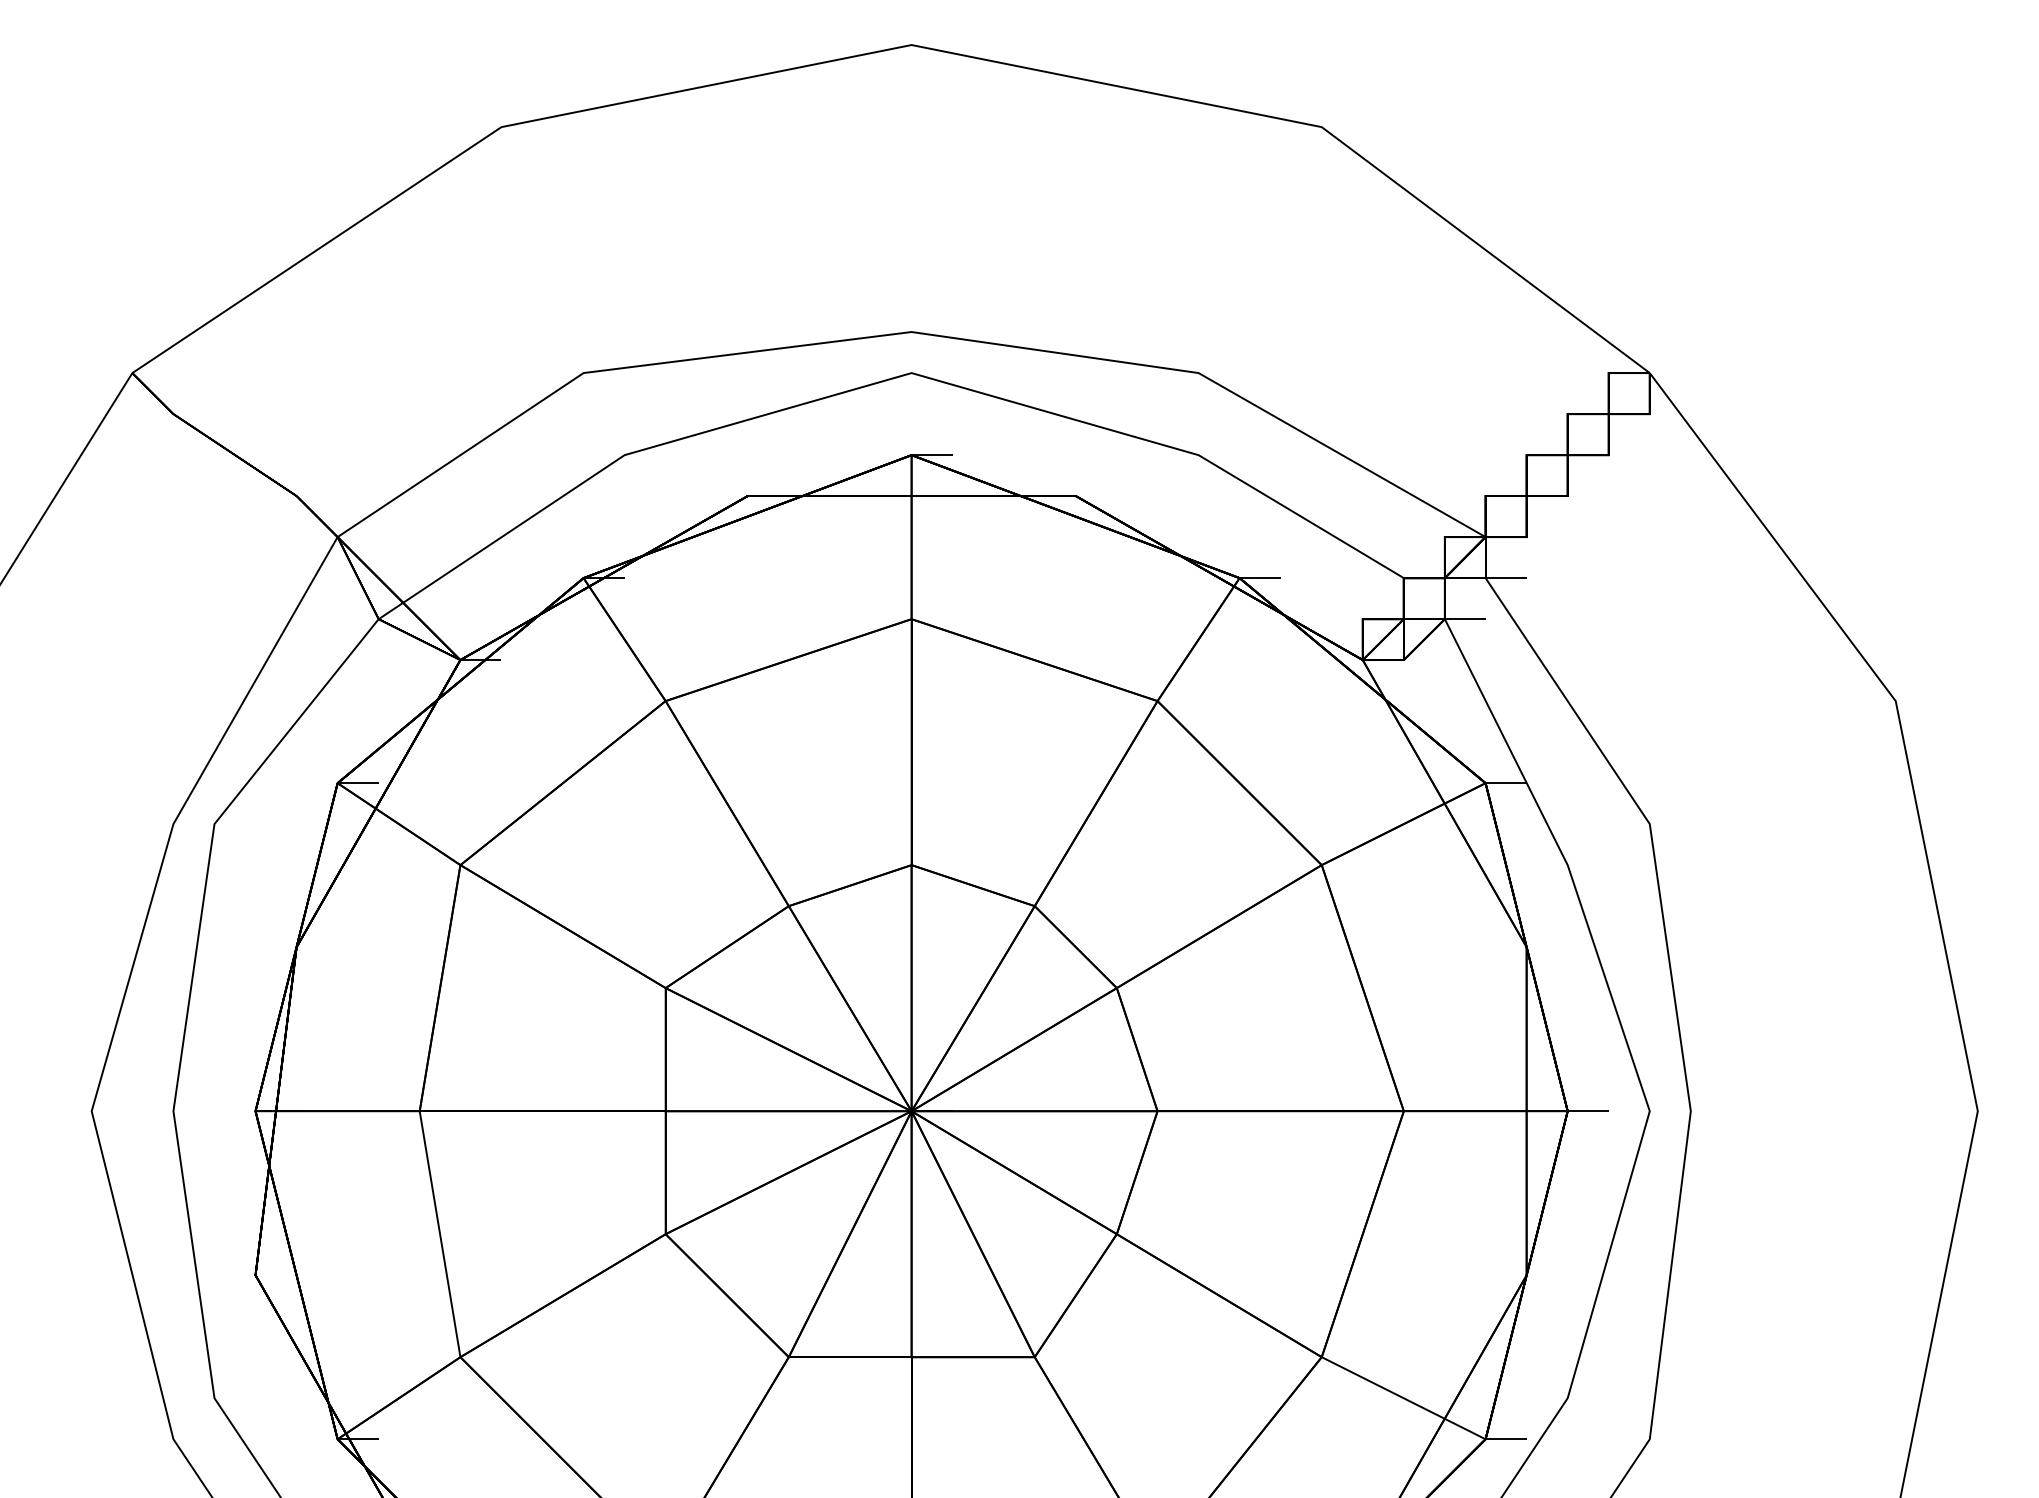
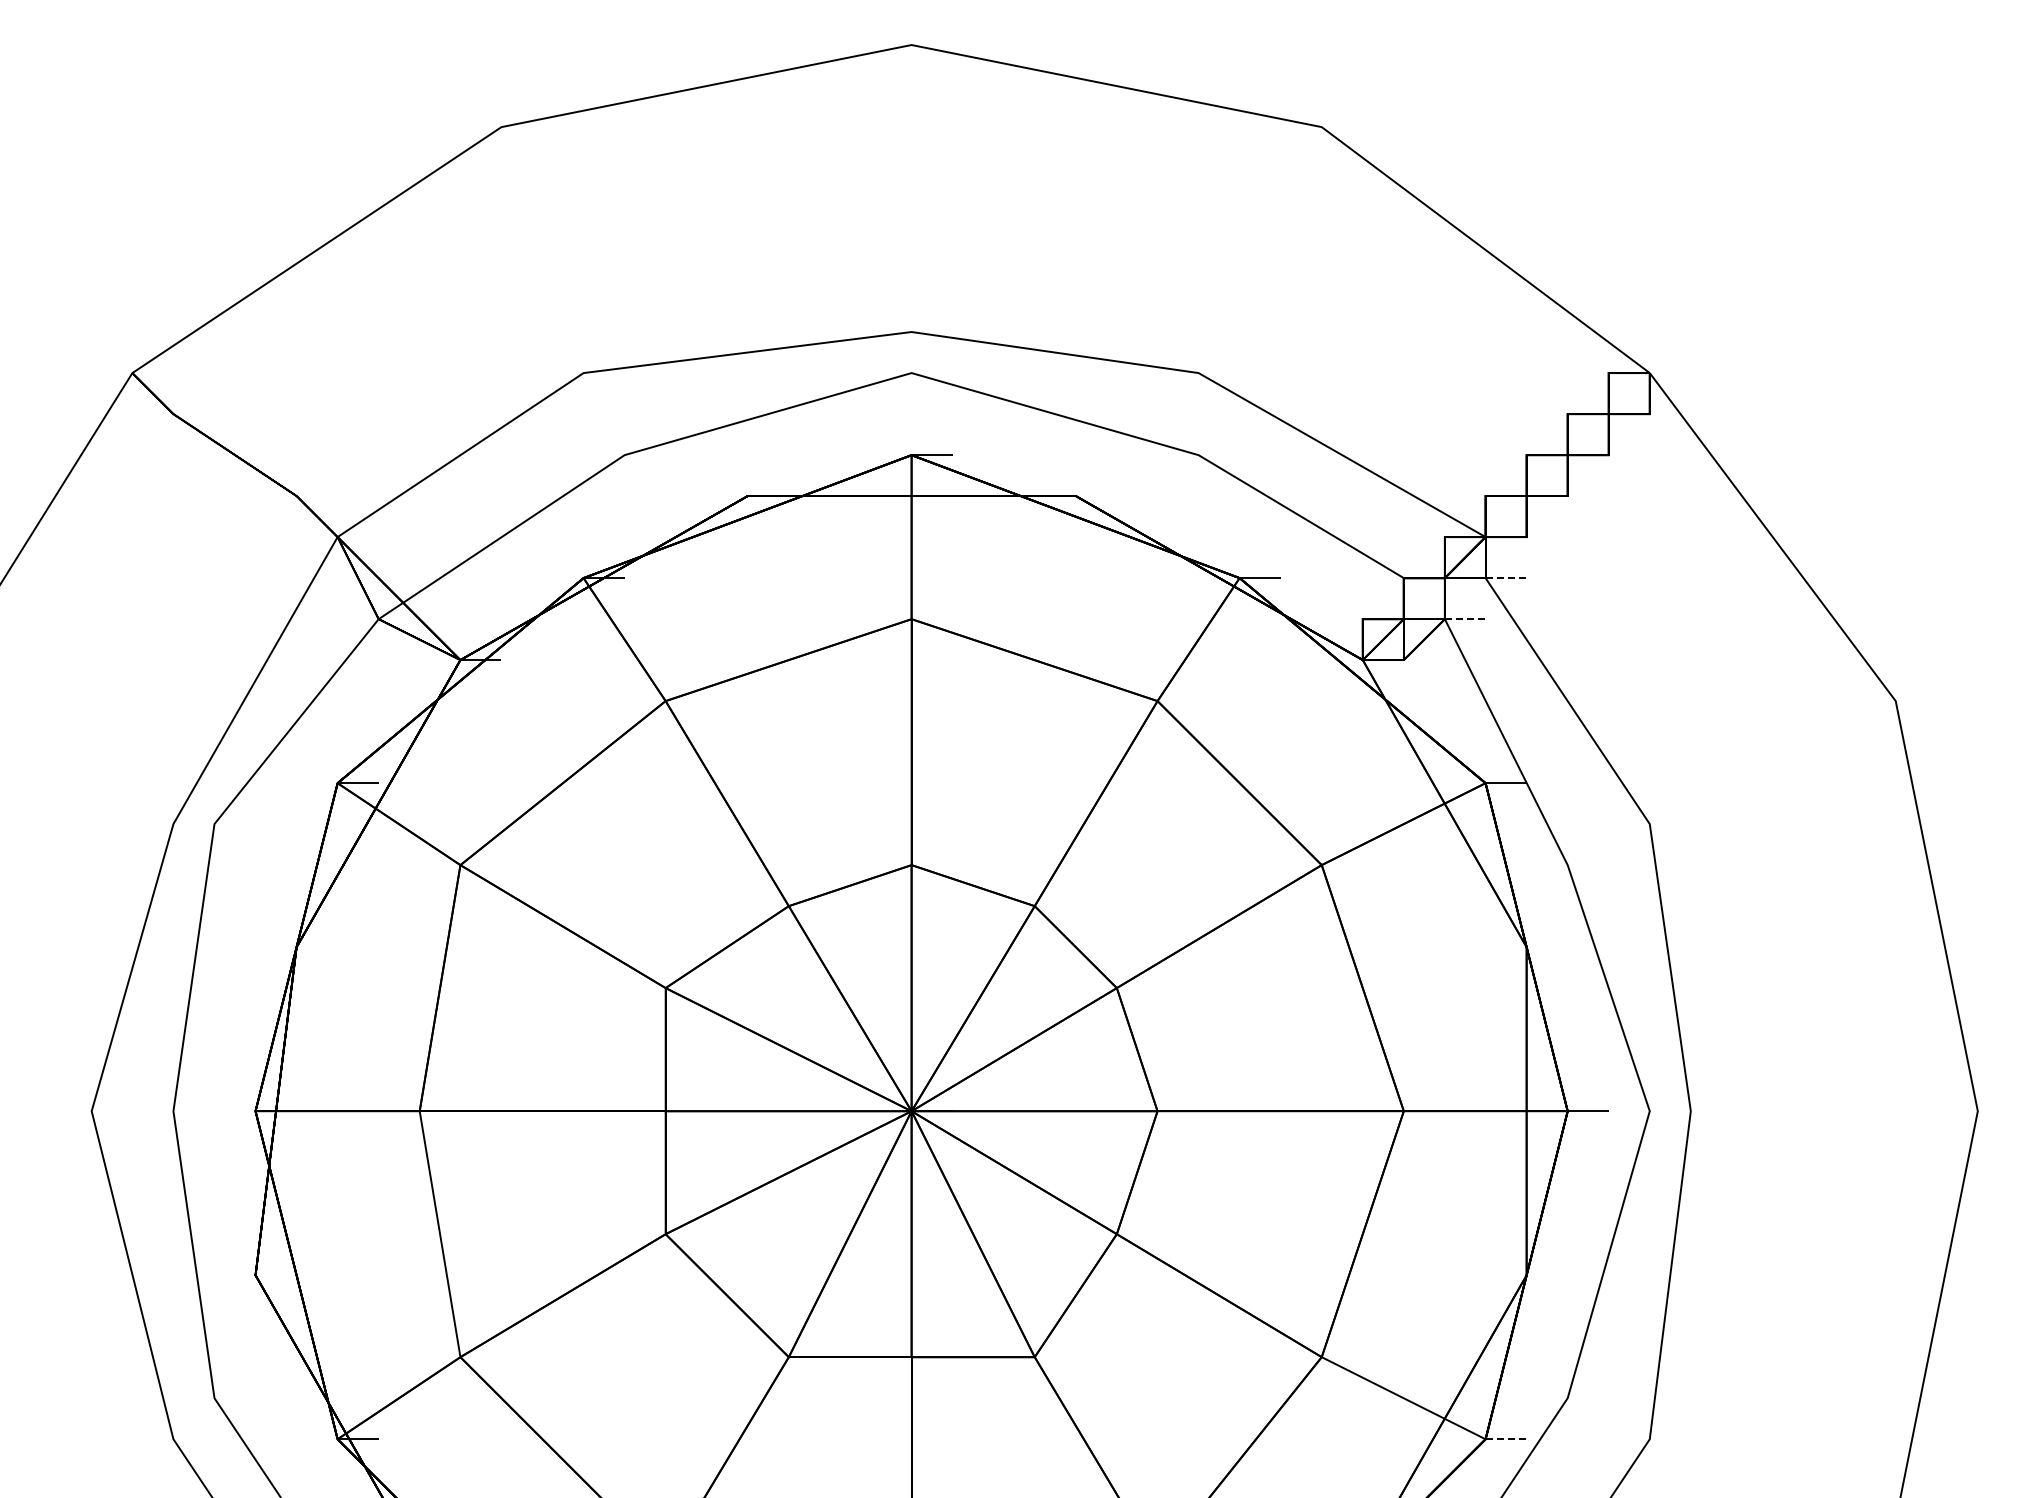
line at (1506, 578): solid -> dashed
line at (1465, 619): solid -> dashed
line at (1506, 1439): solid -> dashed
